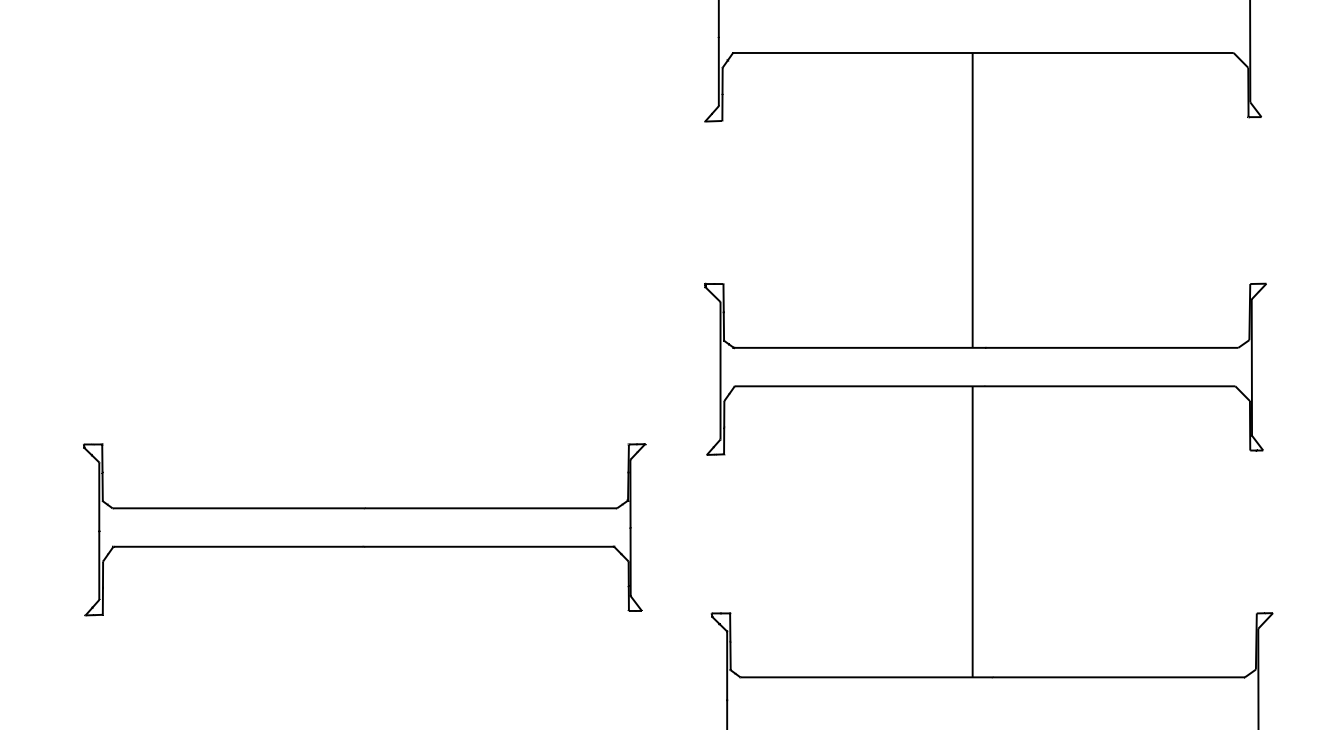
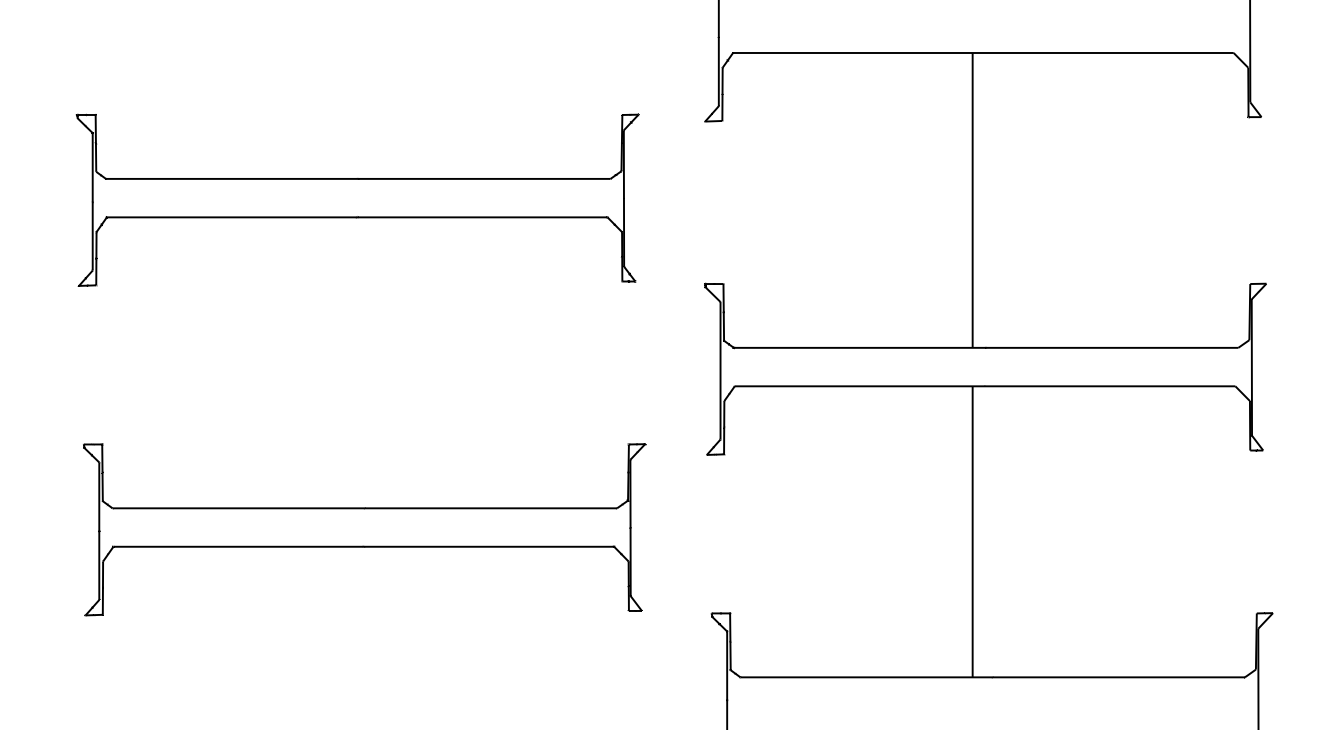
part at (357, 199): none -> present
